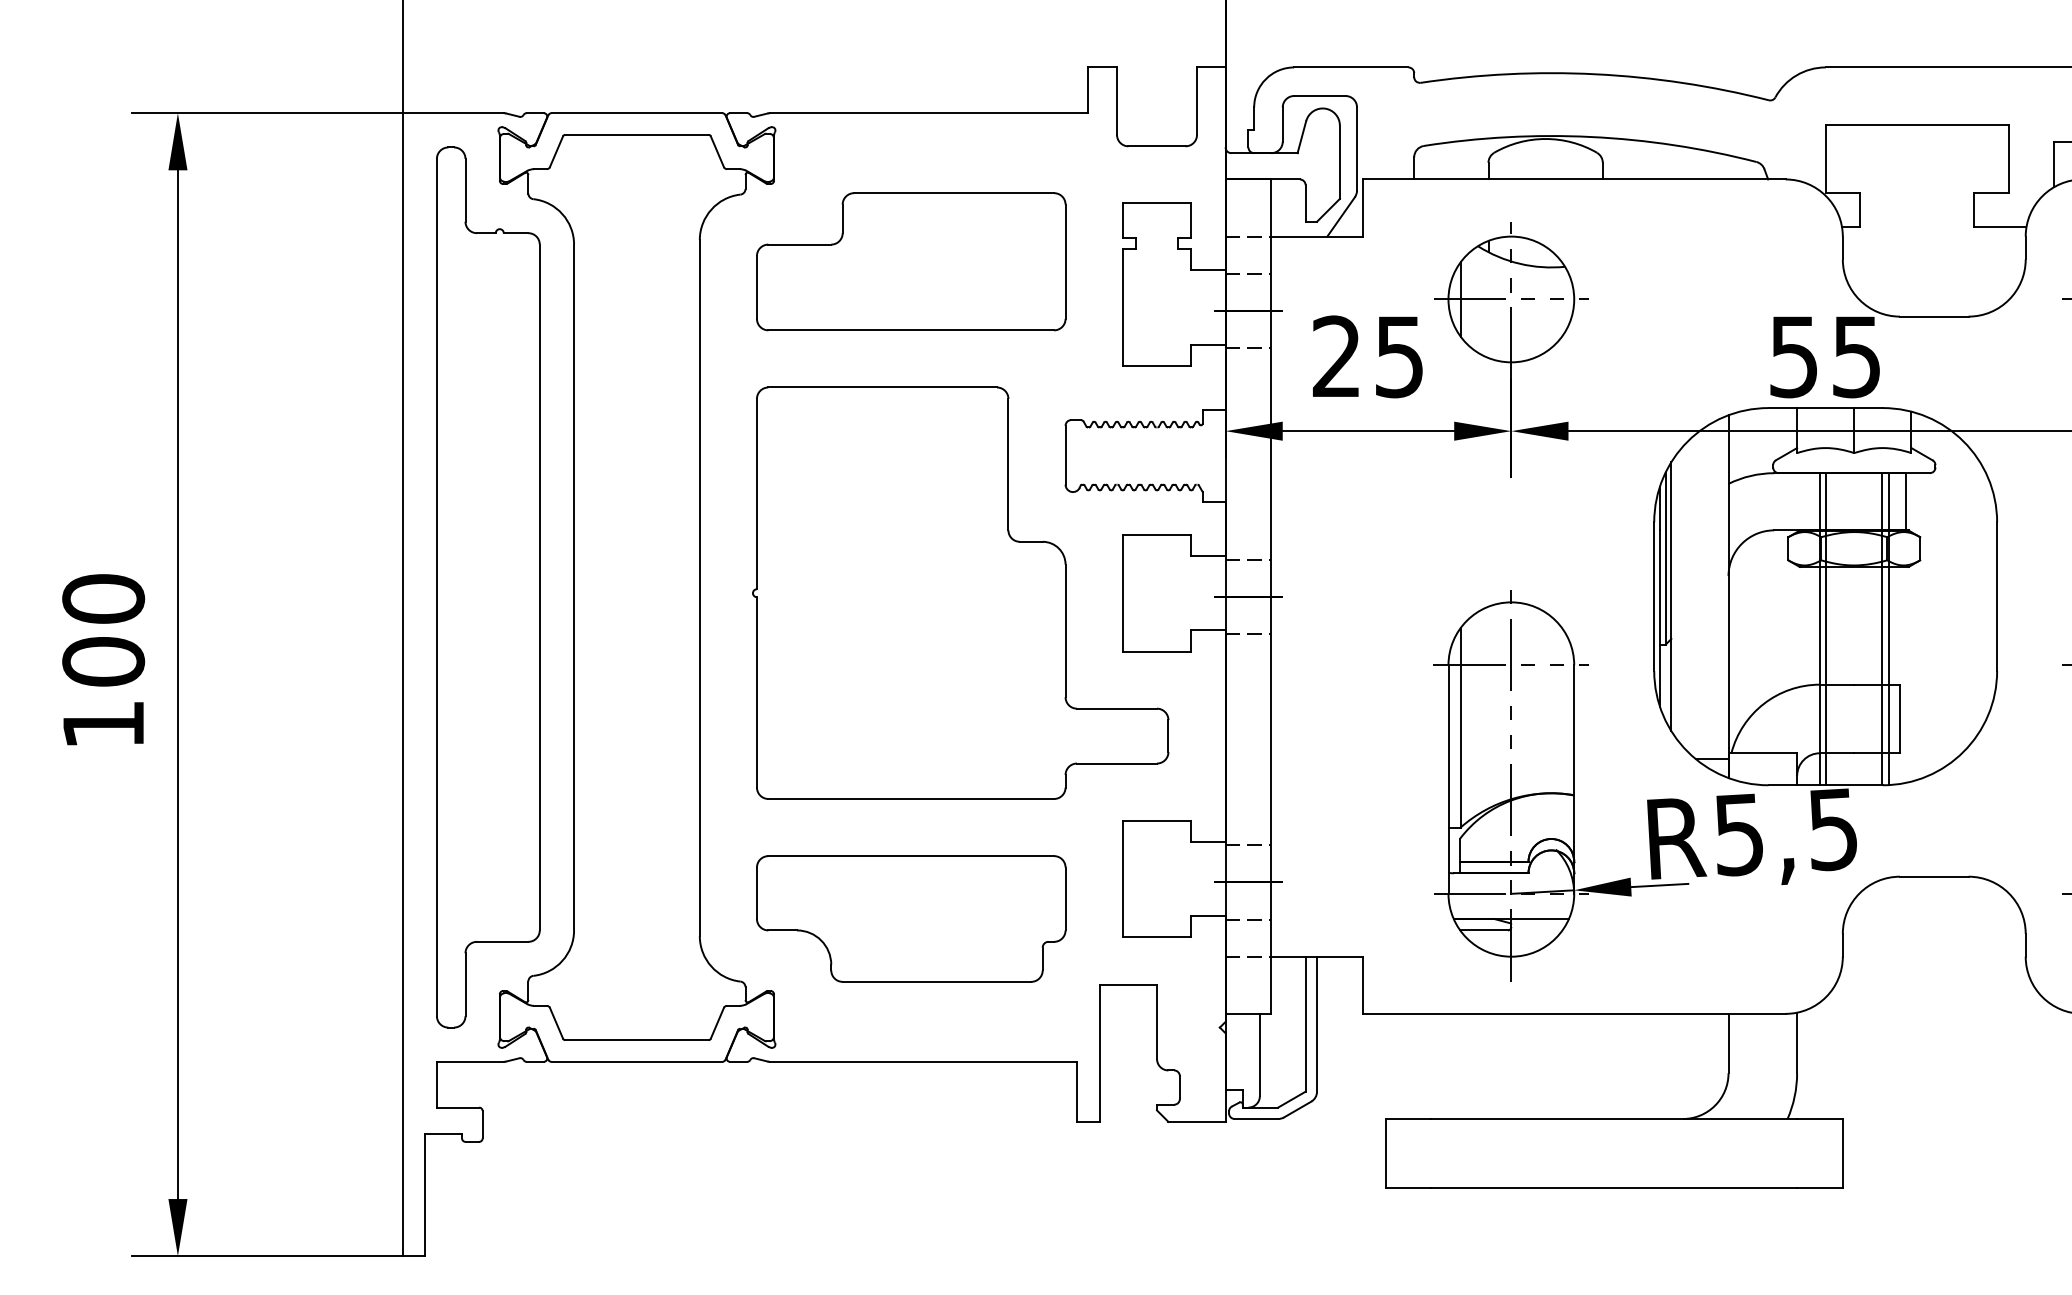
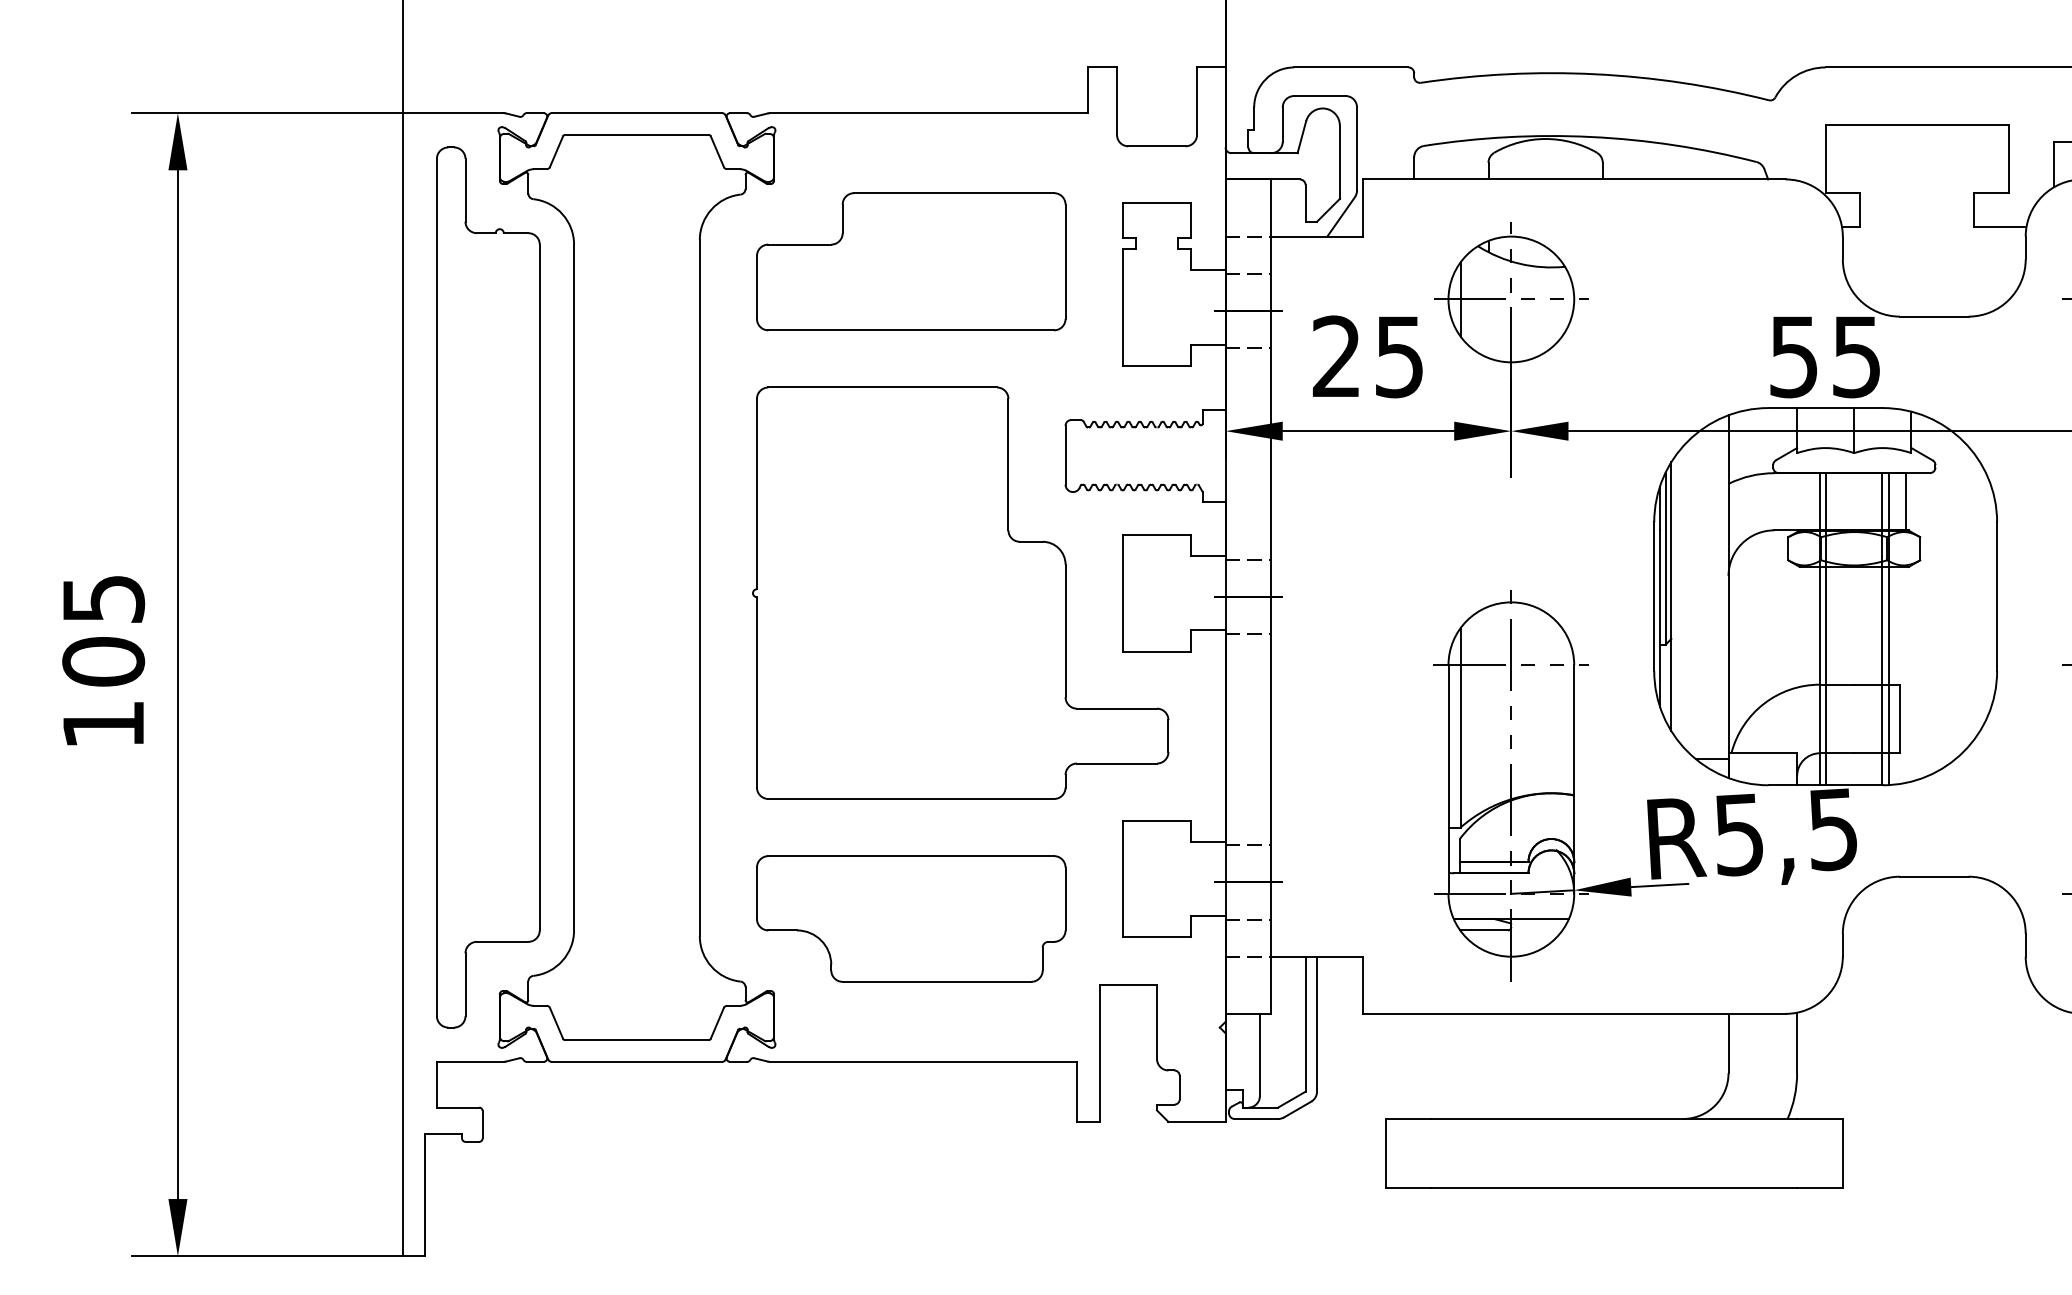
text at (103, 598): 100 -> 105
